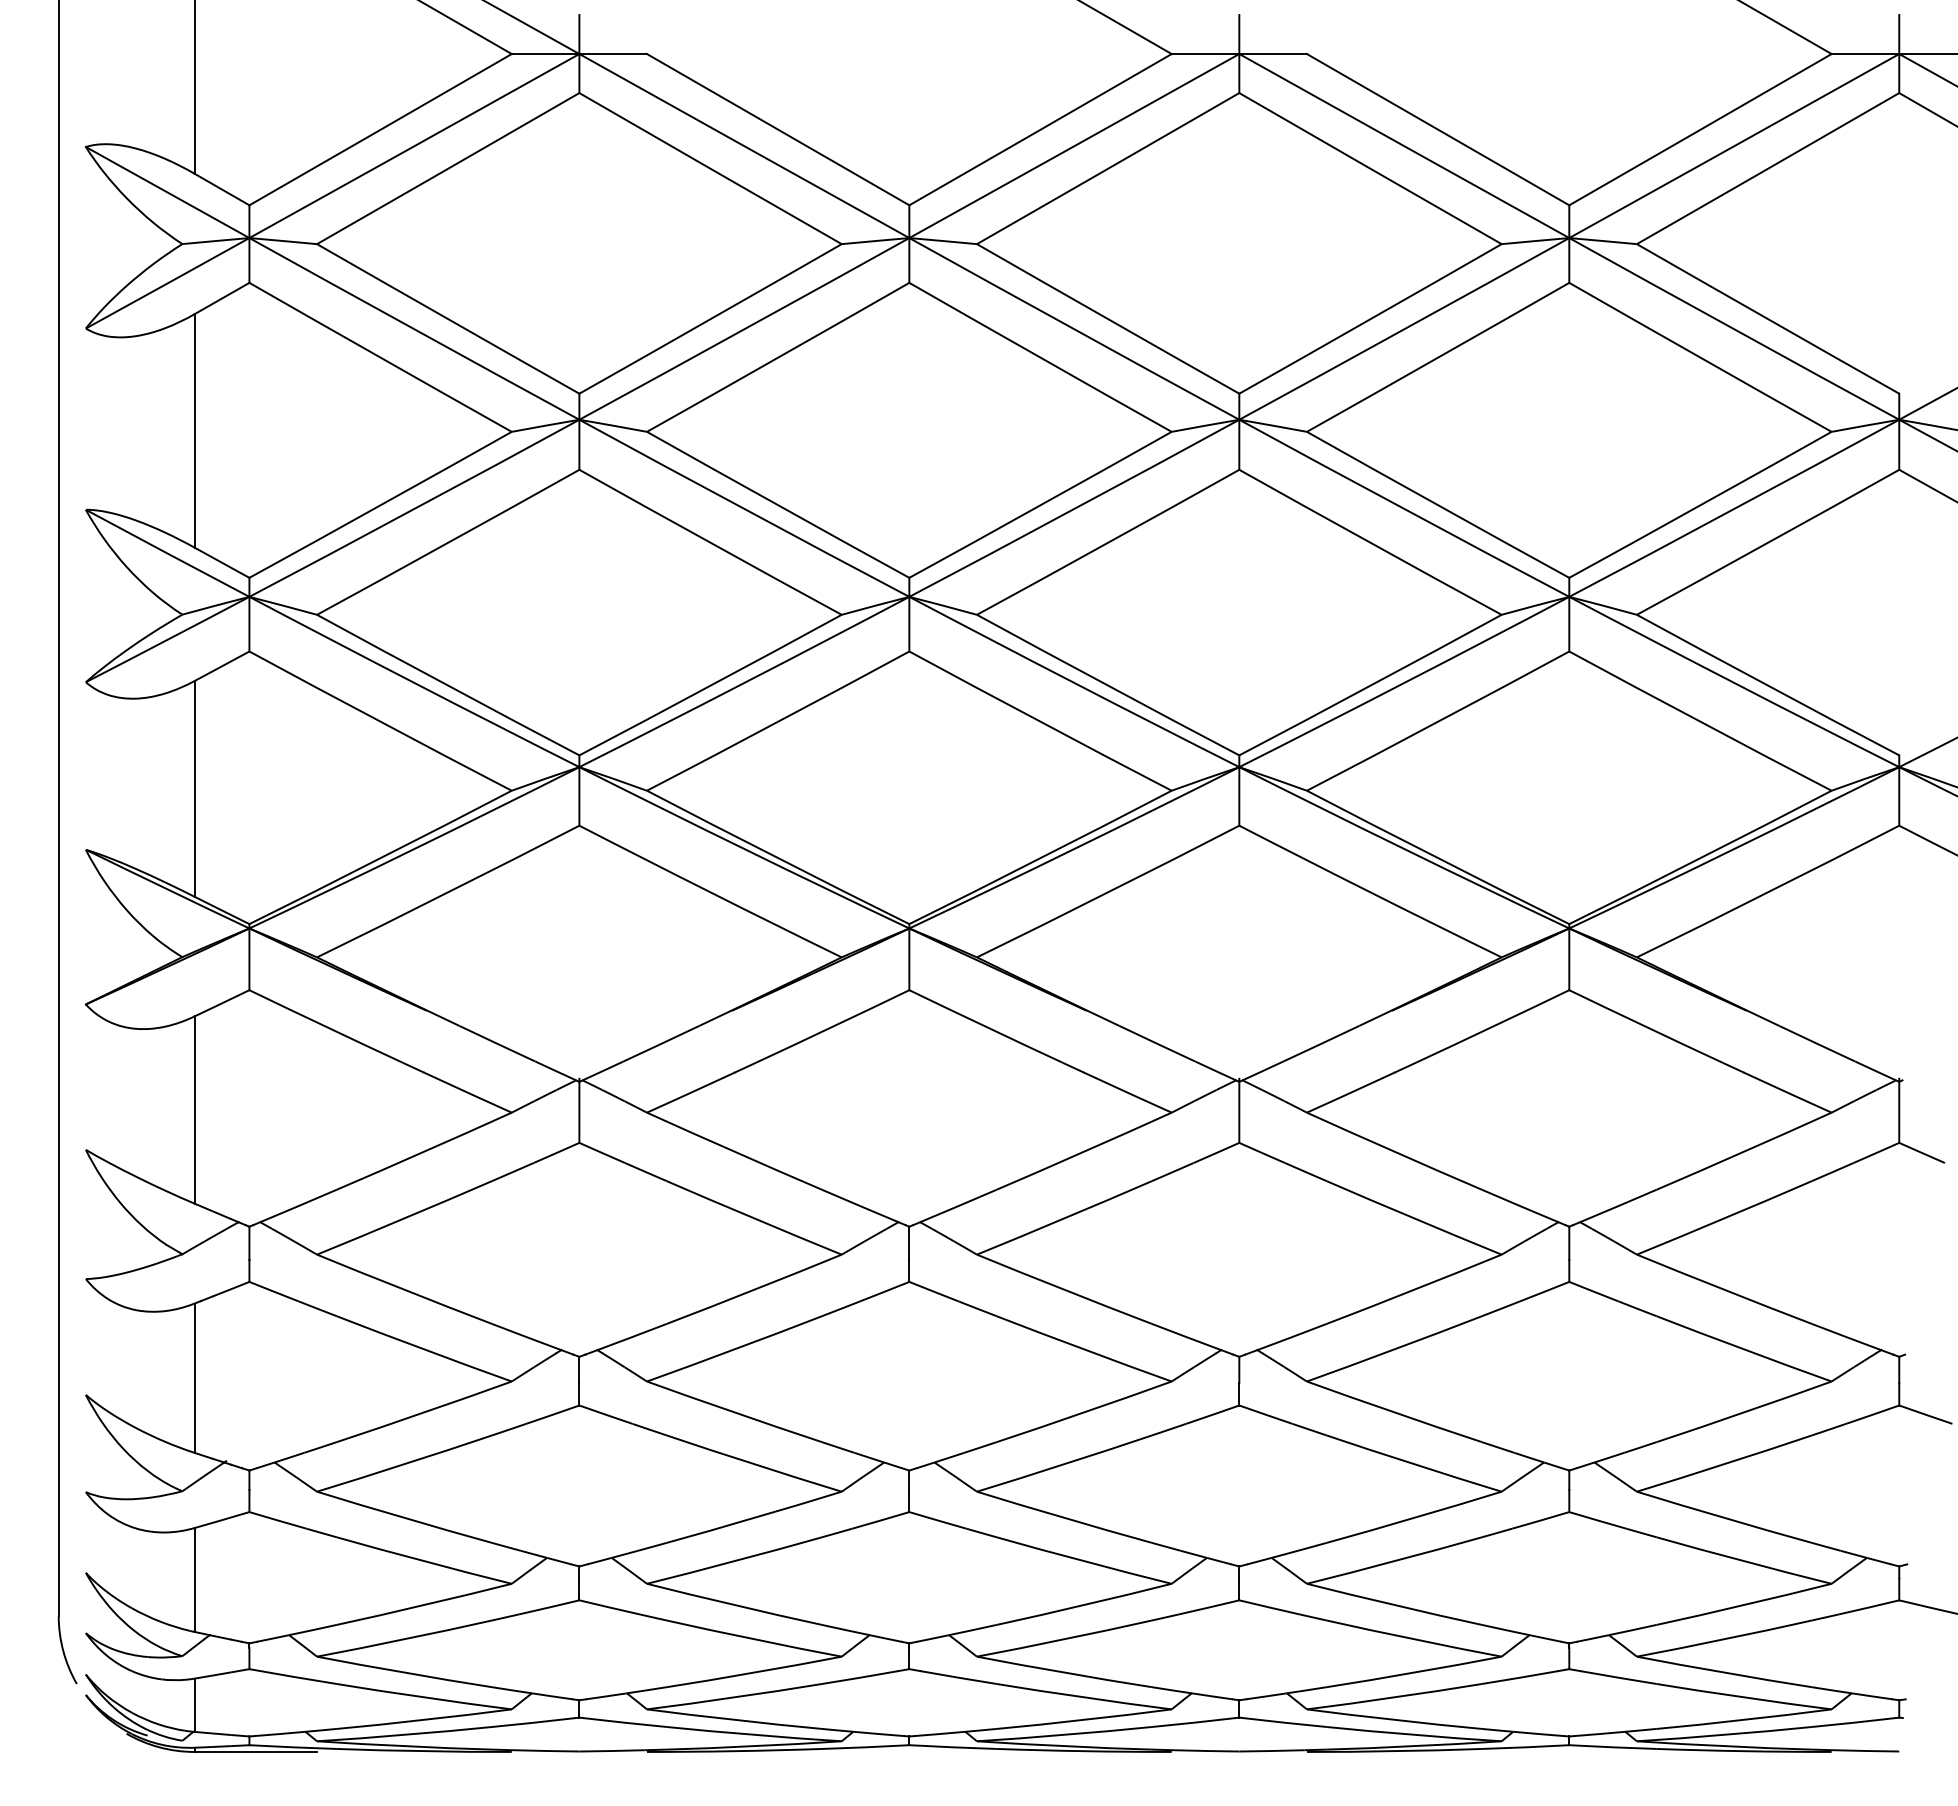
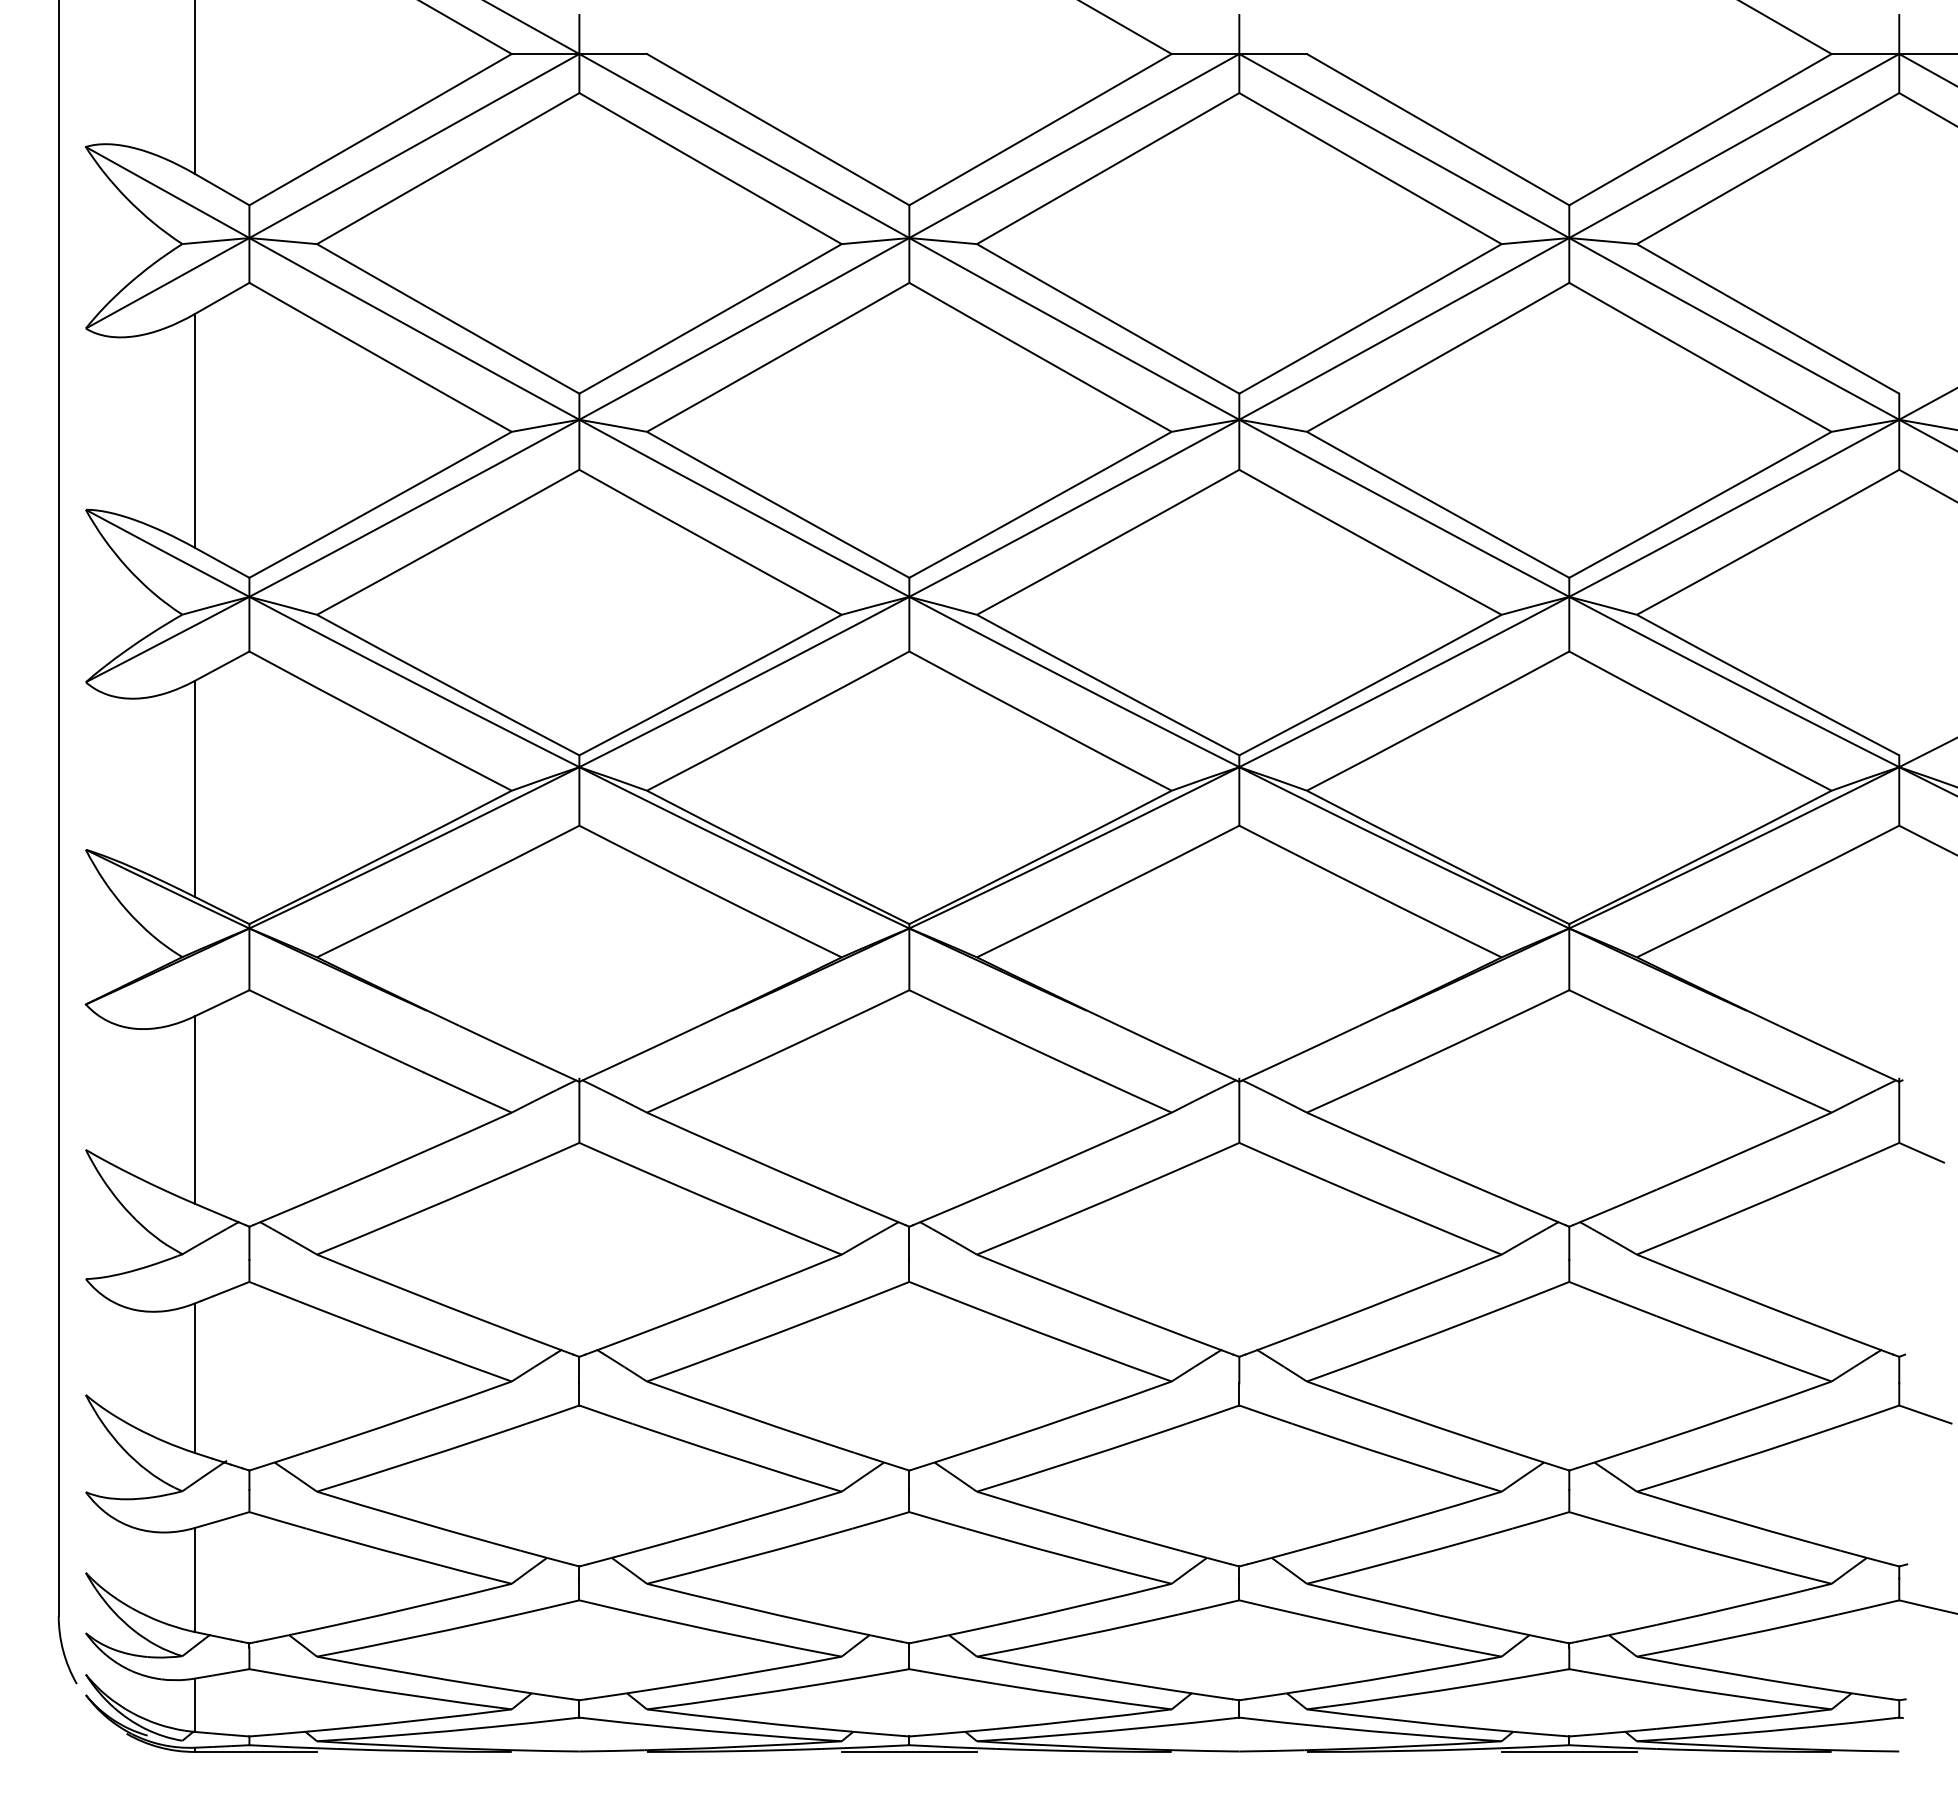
line at (908, 1751): none -> present
line at (1568, 1751): none -> present
